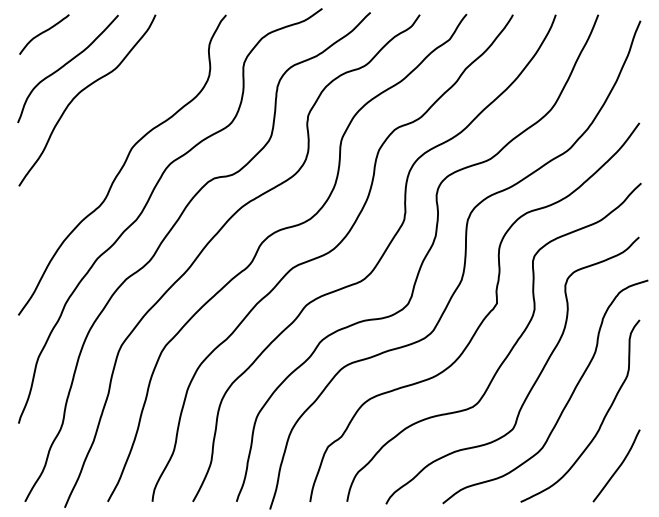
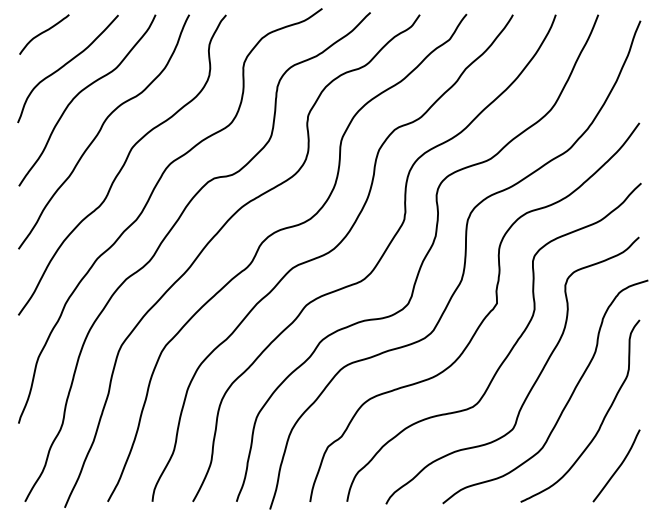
curve at (101, 130): none -> present
